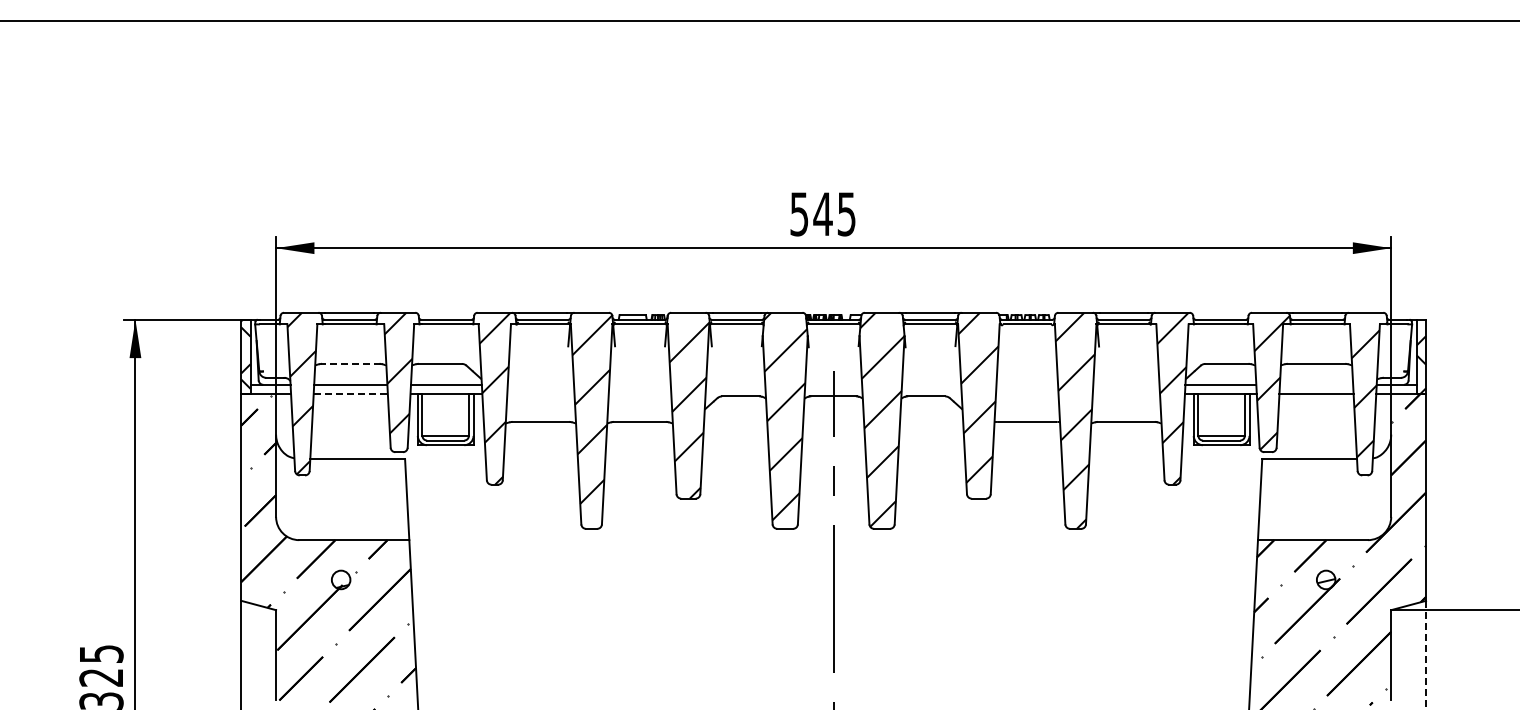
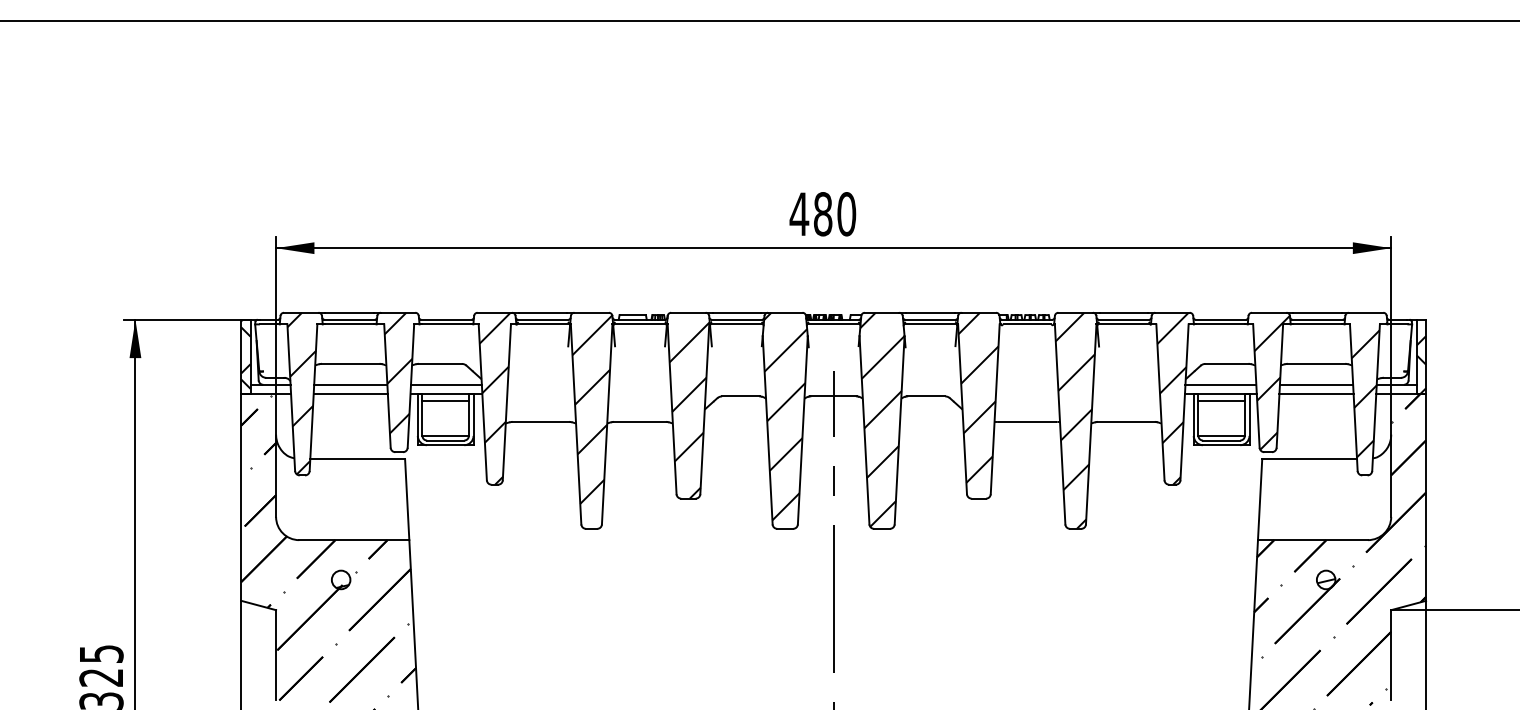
text at (822, 214): 545 -> 480
line at (350, 363): dashed -> solid
line at (1316, 384): none -> present
line at (351, 394): dashed -> solid
line at (445, 401): none -> present
line at (1221, 401): none -> present
line at (1426, 655): dashed -> solid
